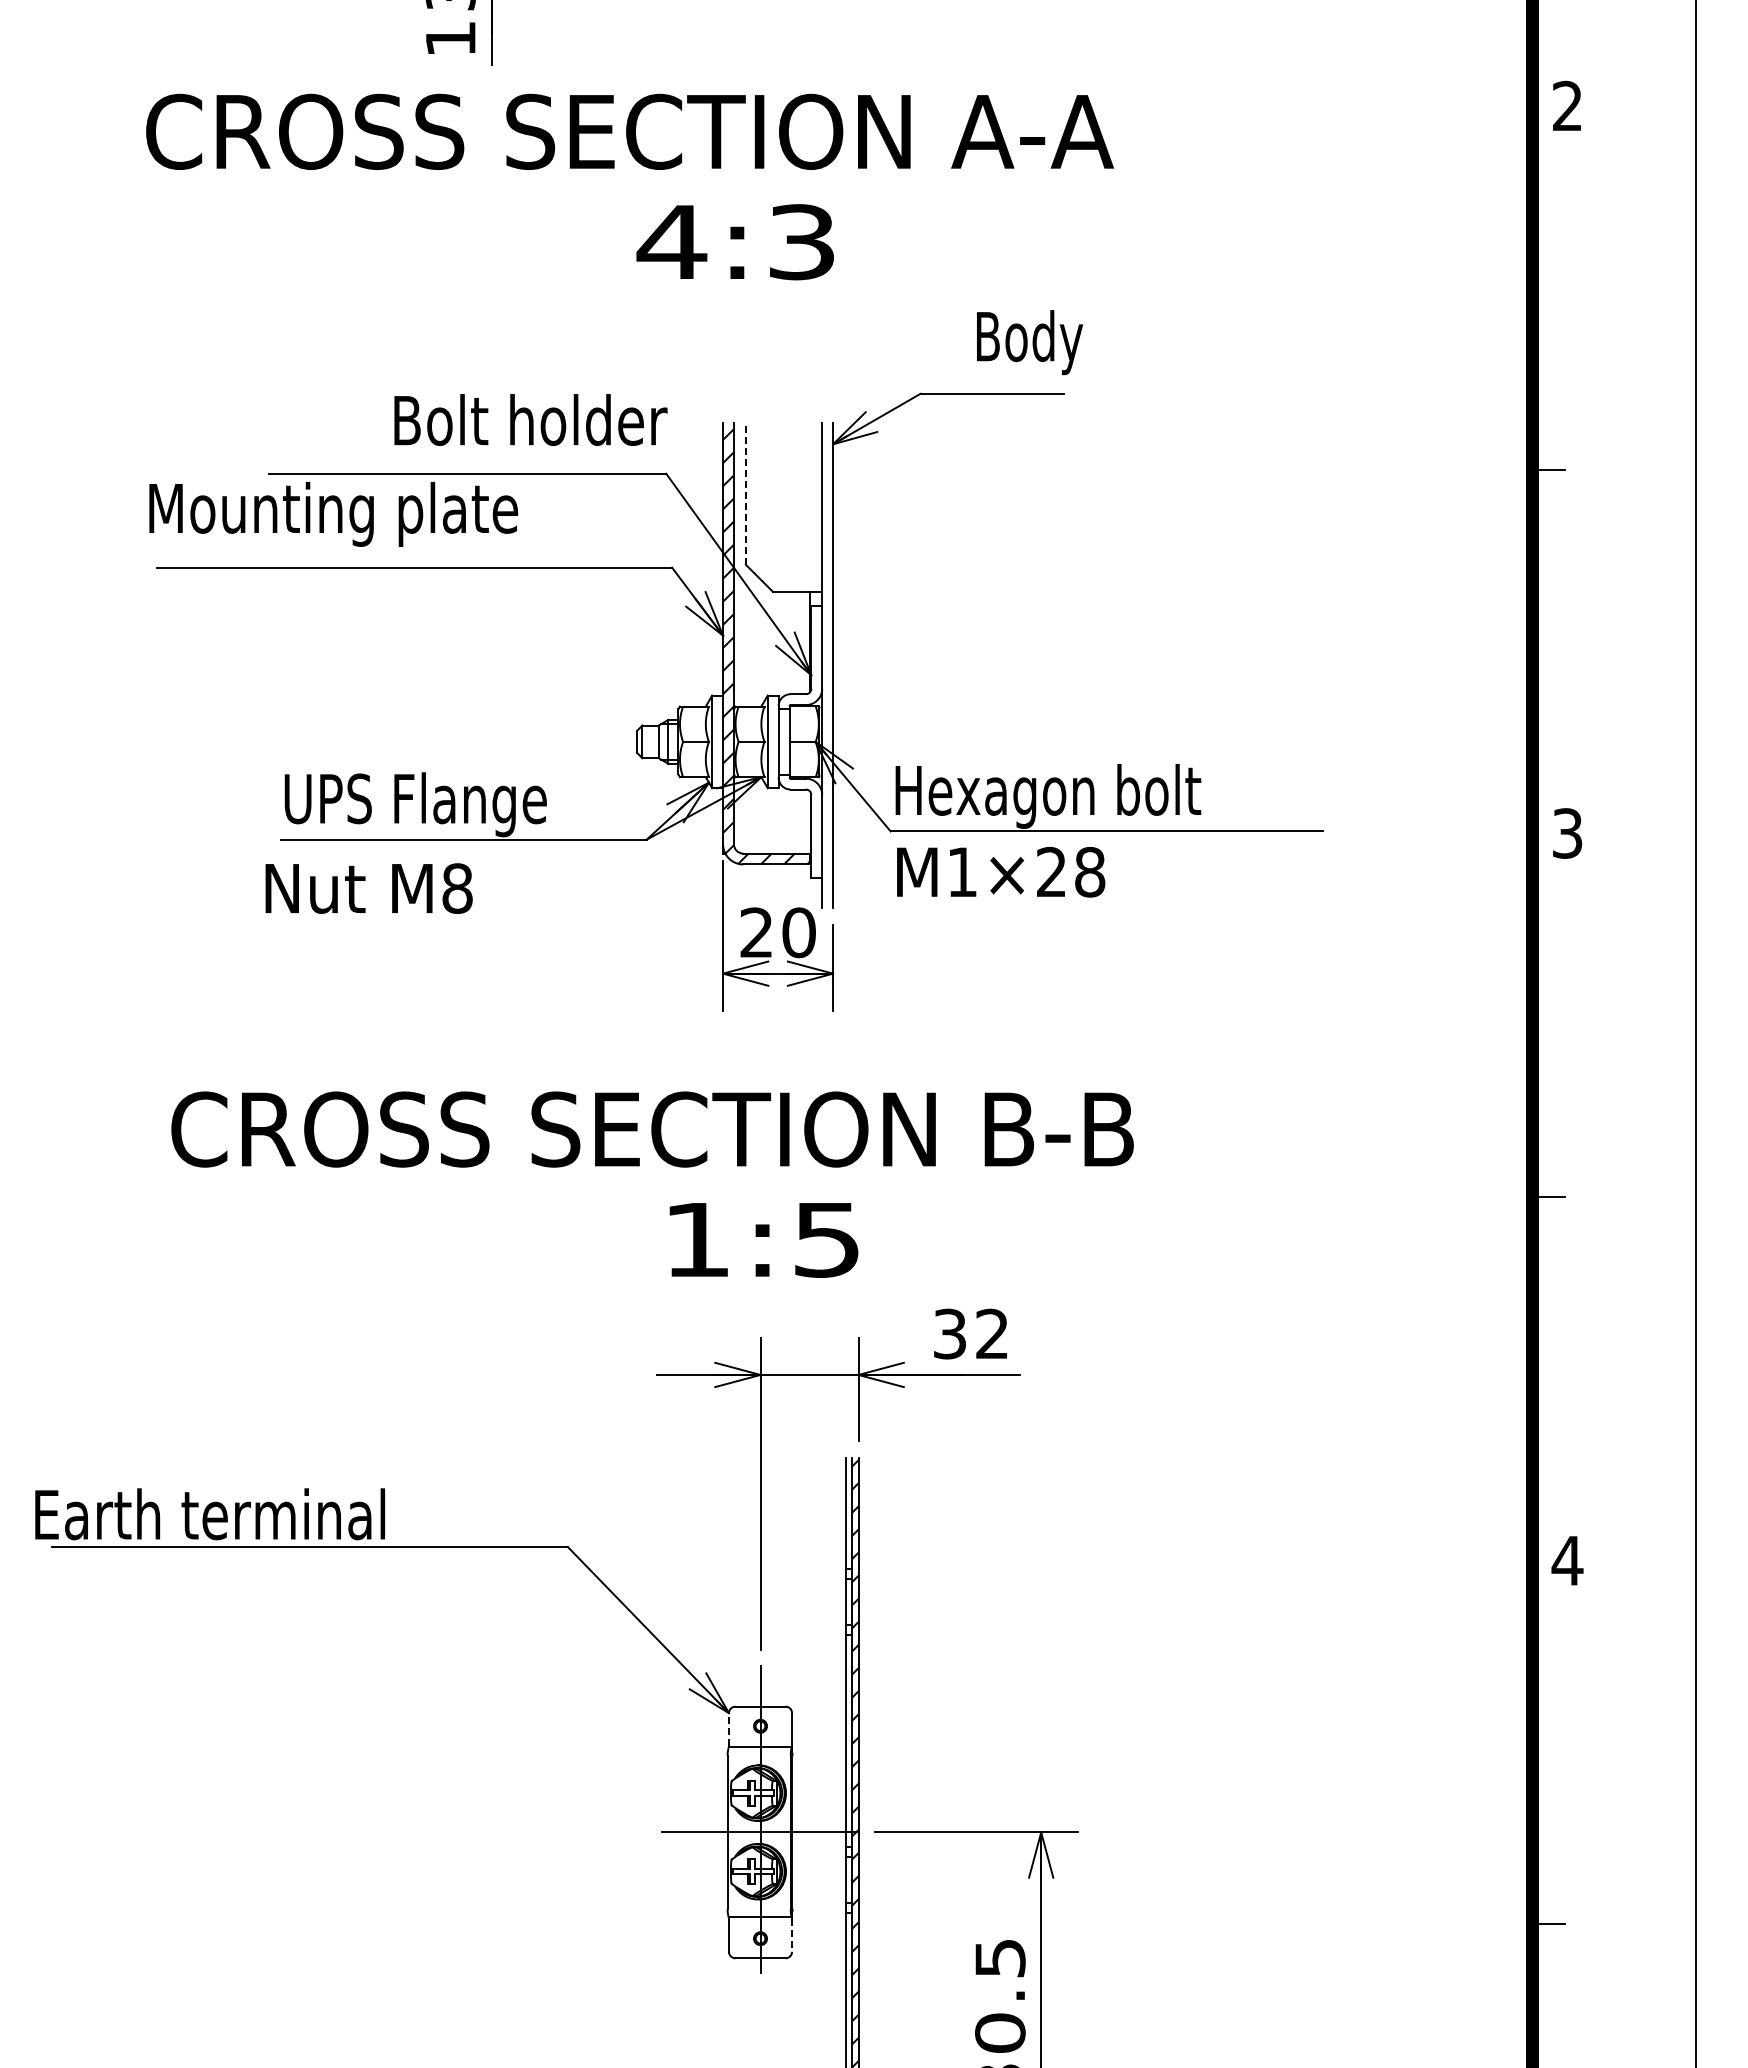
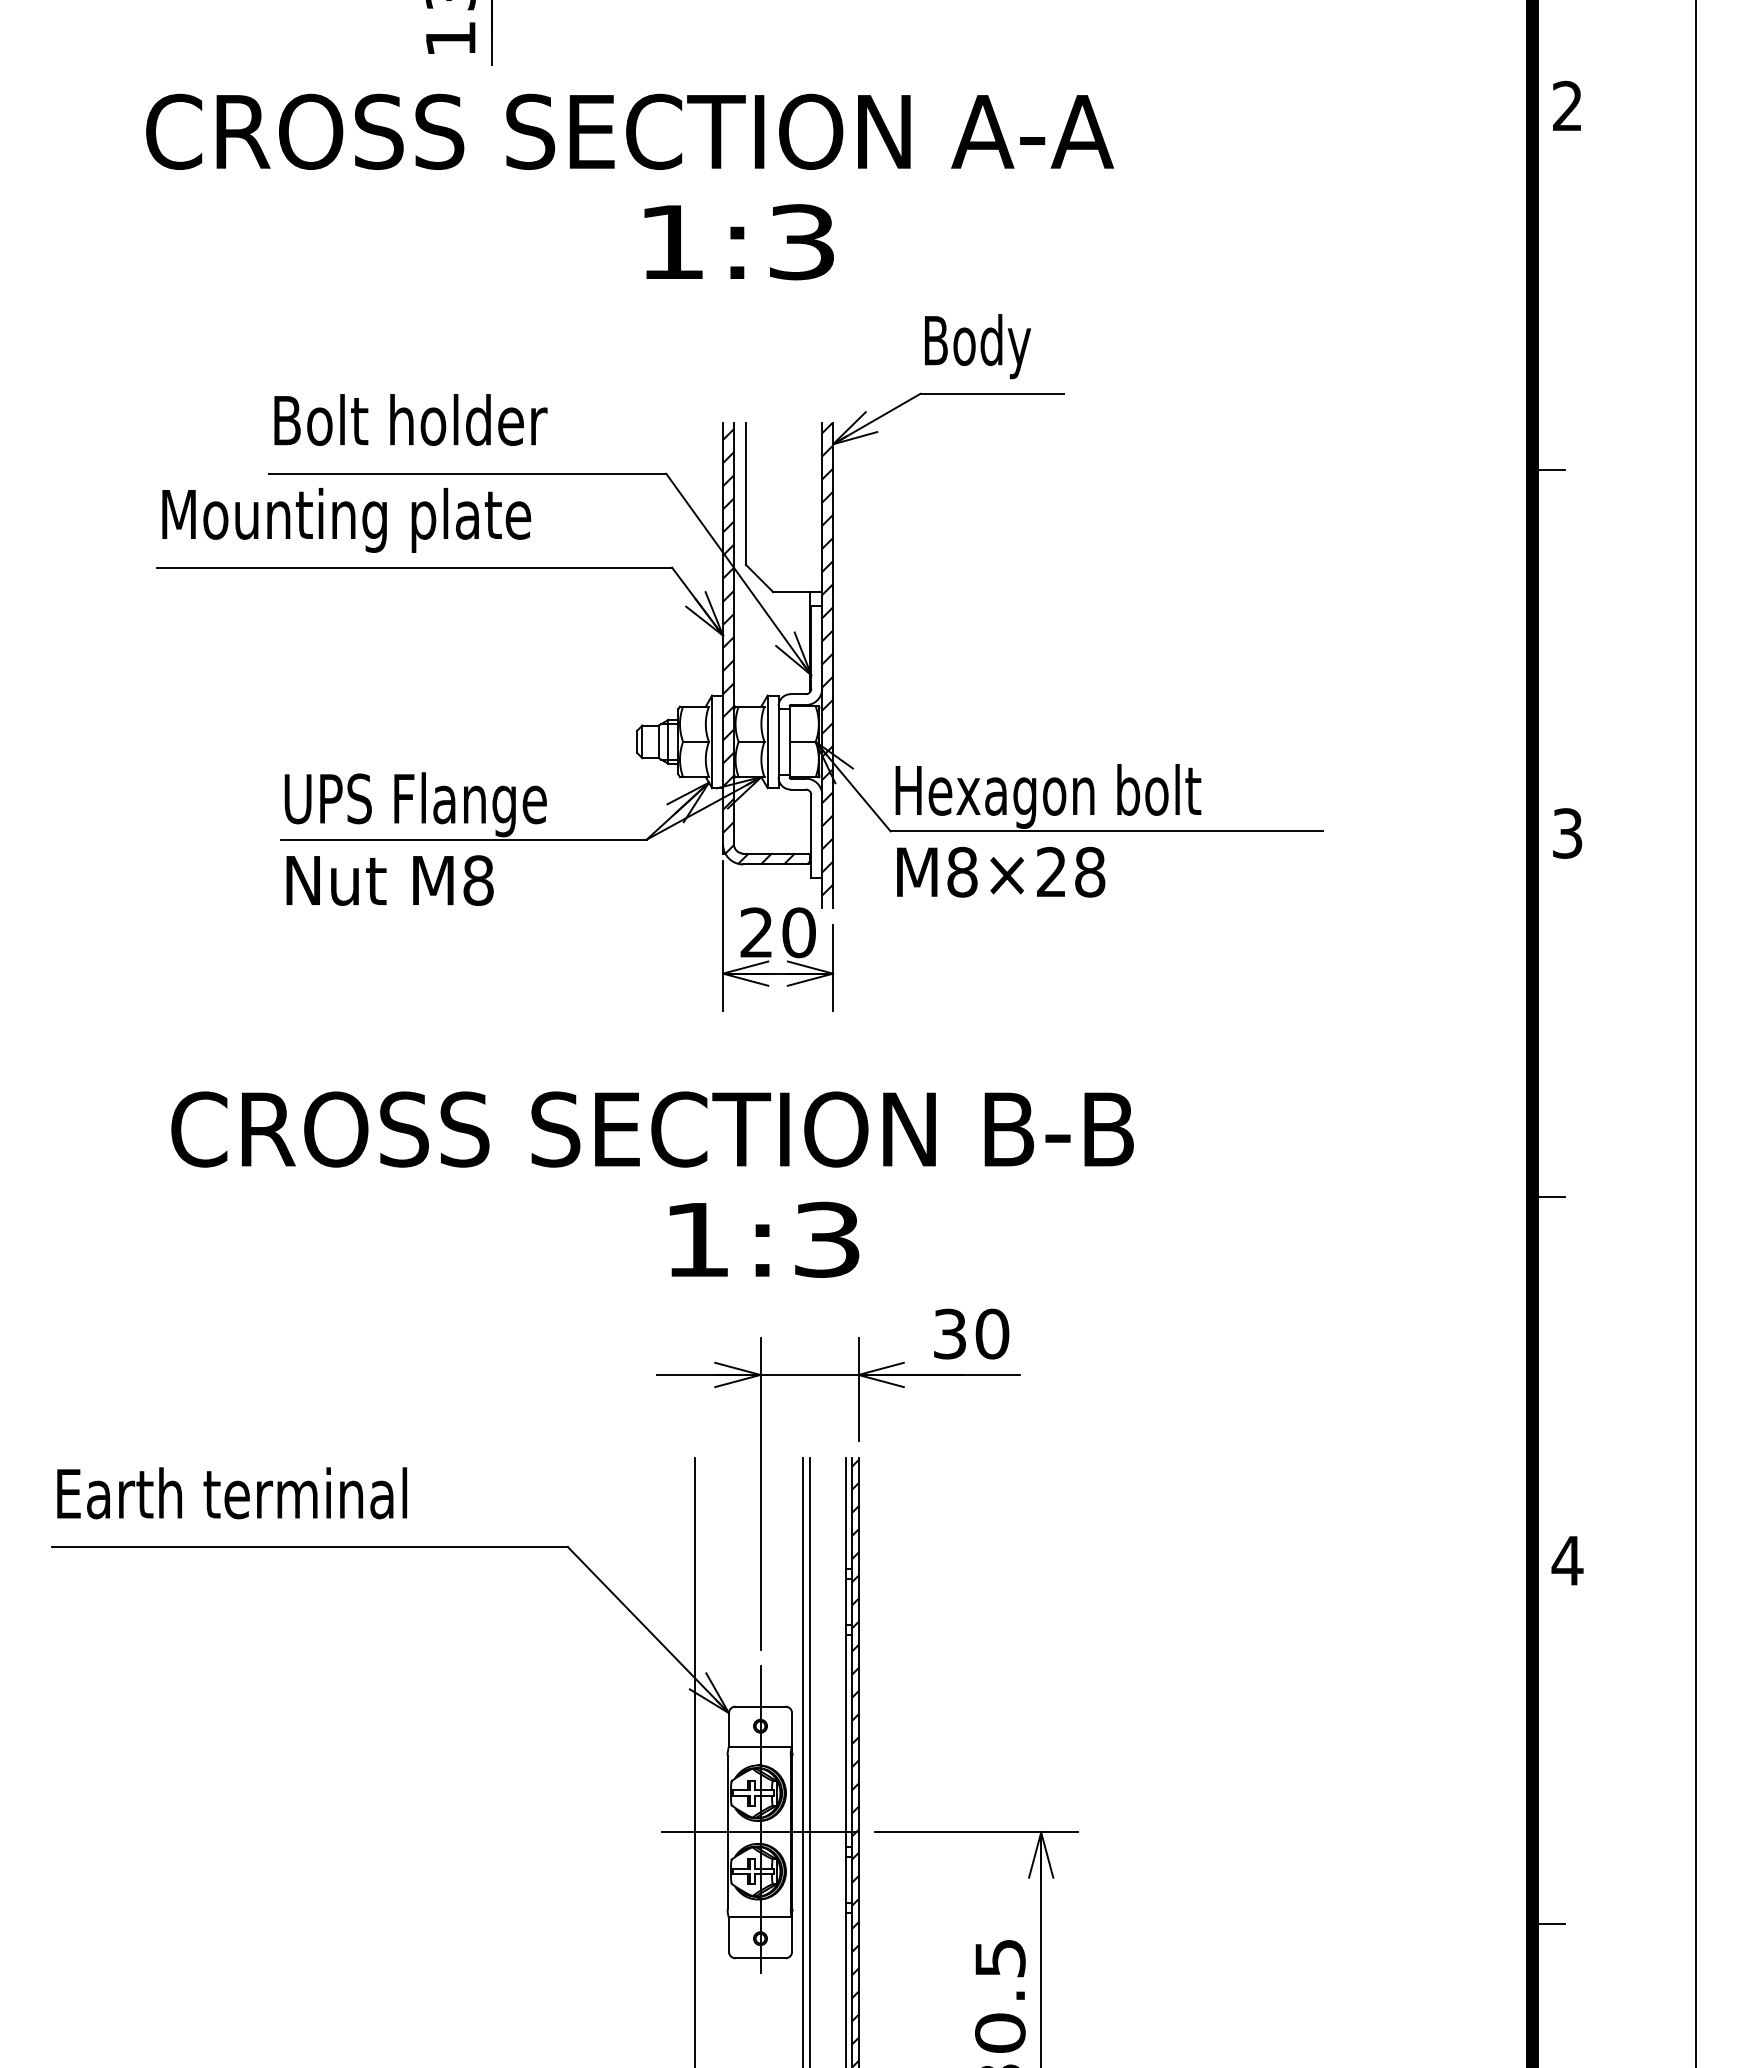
text at (671, 241): 4:3 -> 1:3
text at (1030, 342) position: (1030, 342) -> (978, 346)
text at (530, 419) position: (530, 419) -> (410, 419)
line at (745, 493): dashed -> solid
text at (333, 514) position: (333, 514) -> (346, 520)
hatch at (827, 665): none -> present
text at (962, 871): M1×28 -> M8×28
text at (368, 888) position: (368, 888) -> (389, 880)
text at (827, 1239): 1:5 -> 1:3
text at (992, 1333): 32 -> 30
text at (210, 1514) position: (210, 1514) -> (232, 1493)
line at (728, 1729): dashed -> solid
line at (695, 1760): none -> present
line at (803, 1760): none -> present
line at (809, 1760): none -> present
line at (792, 1935): dashed -> solid
